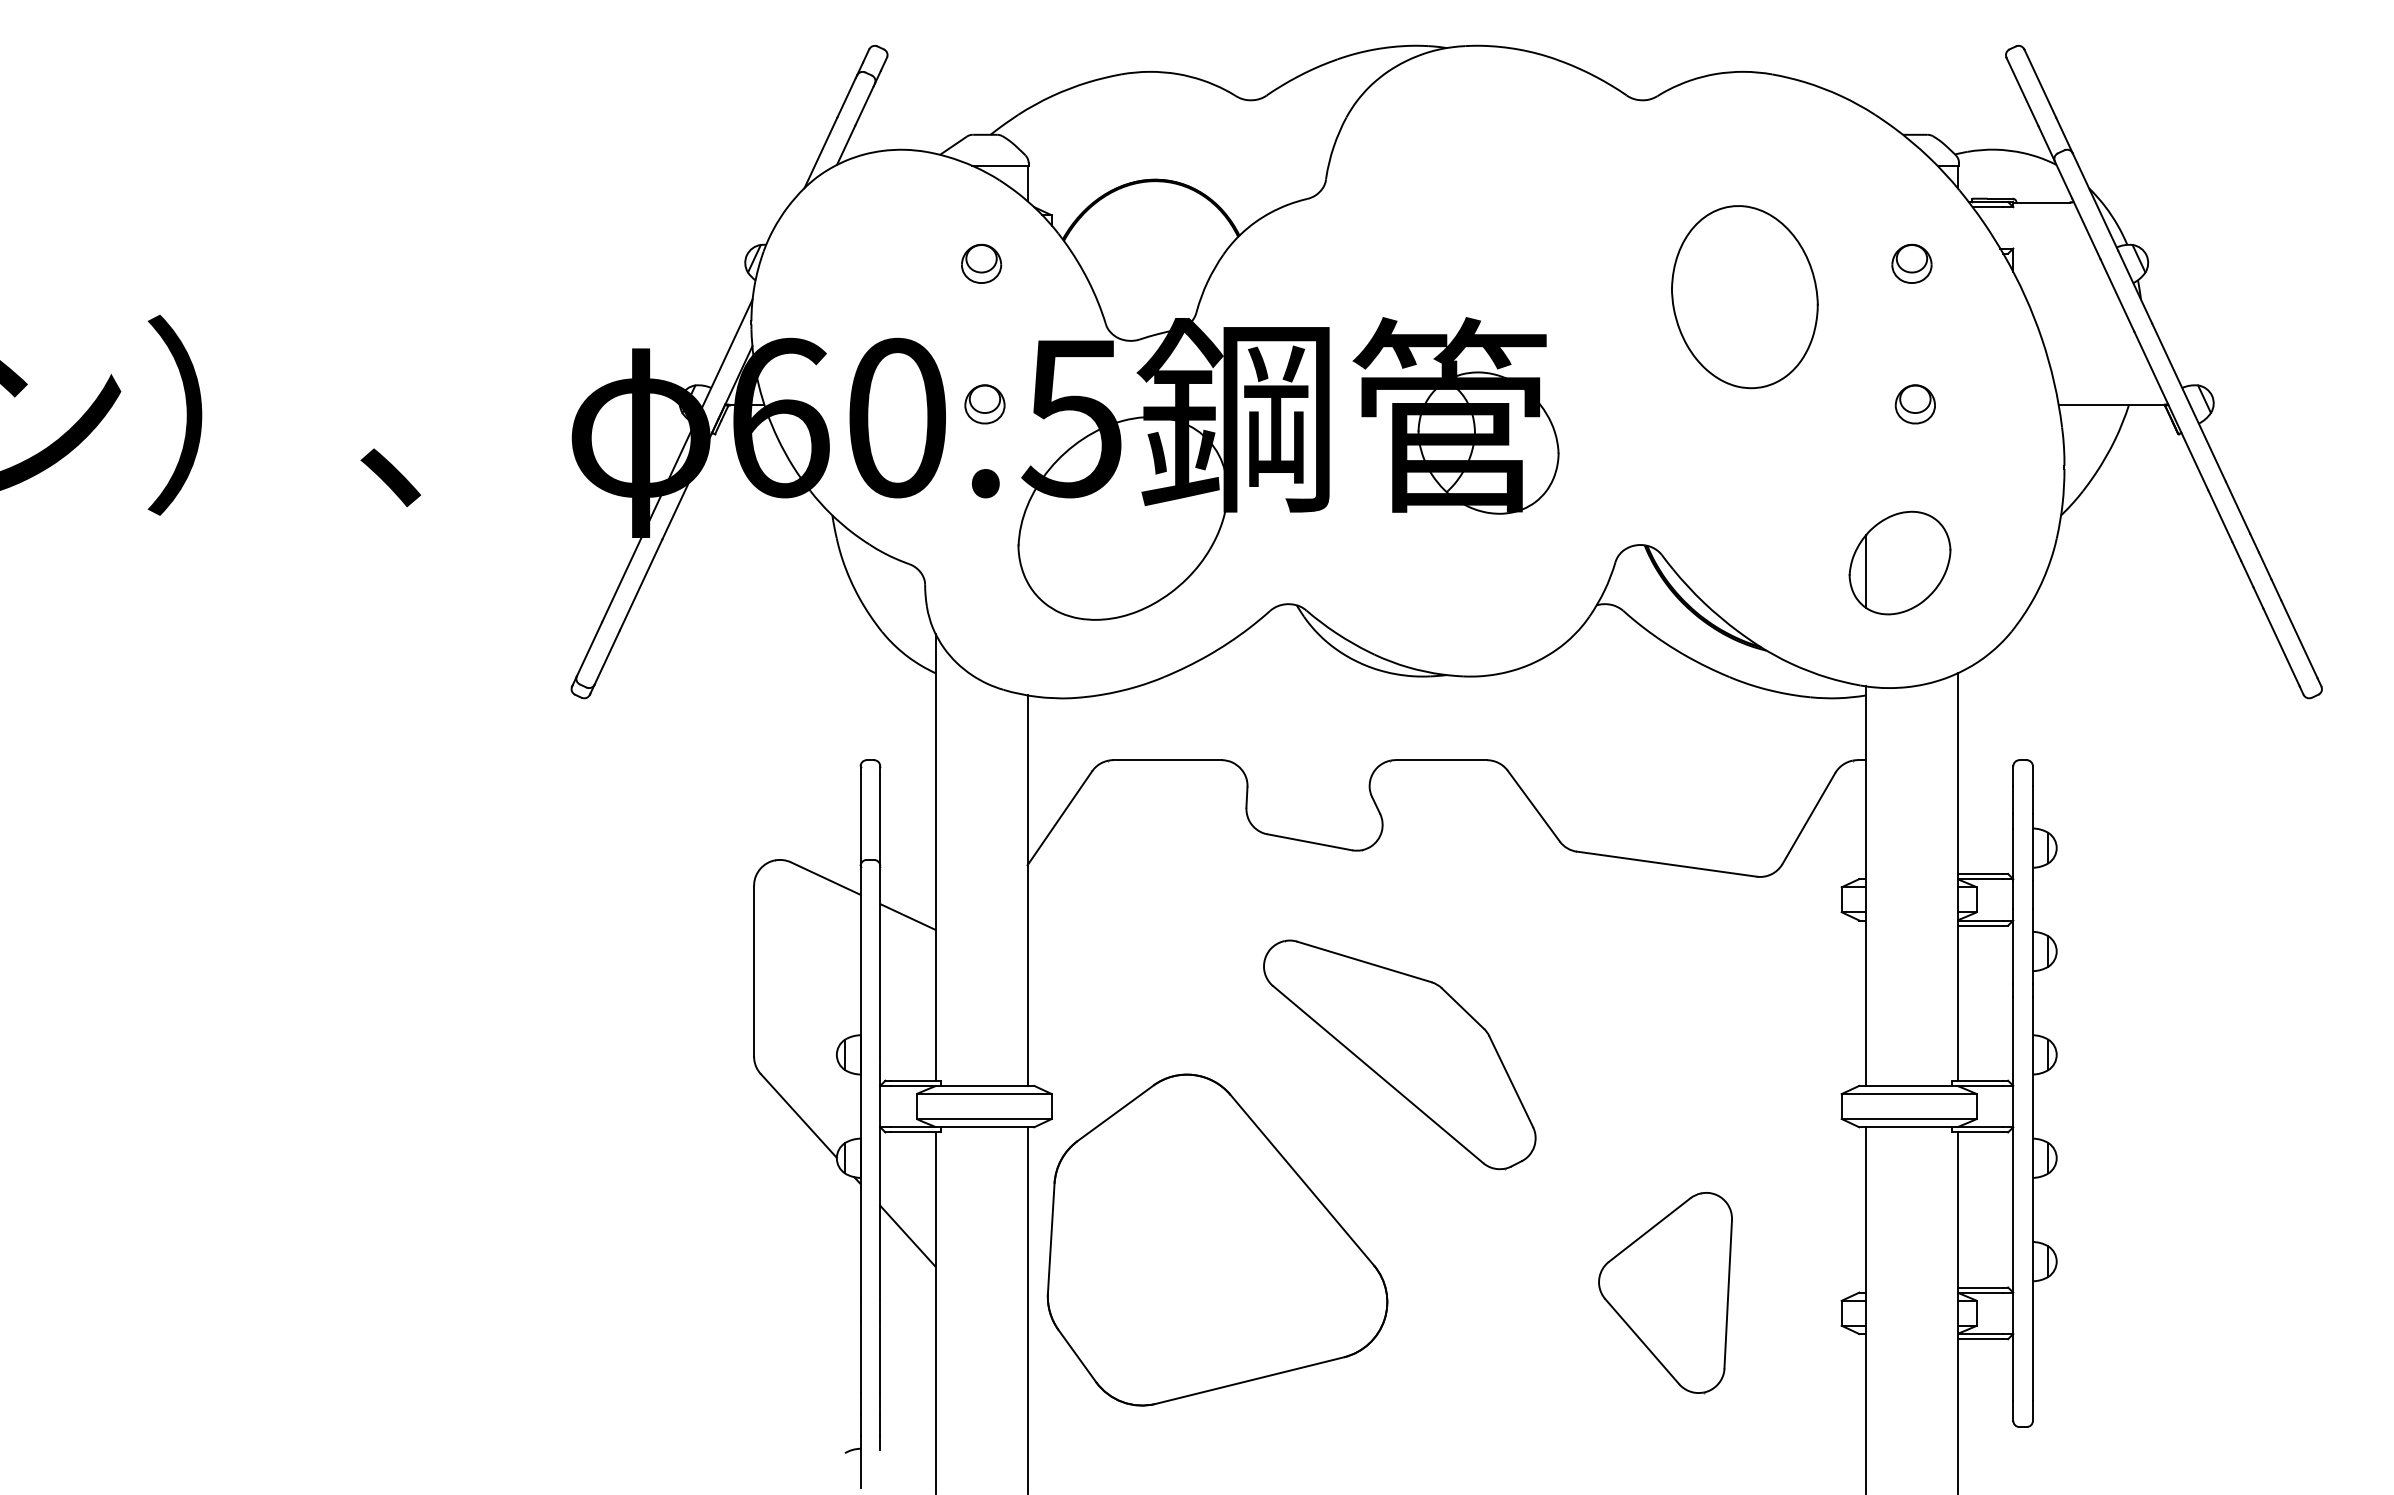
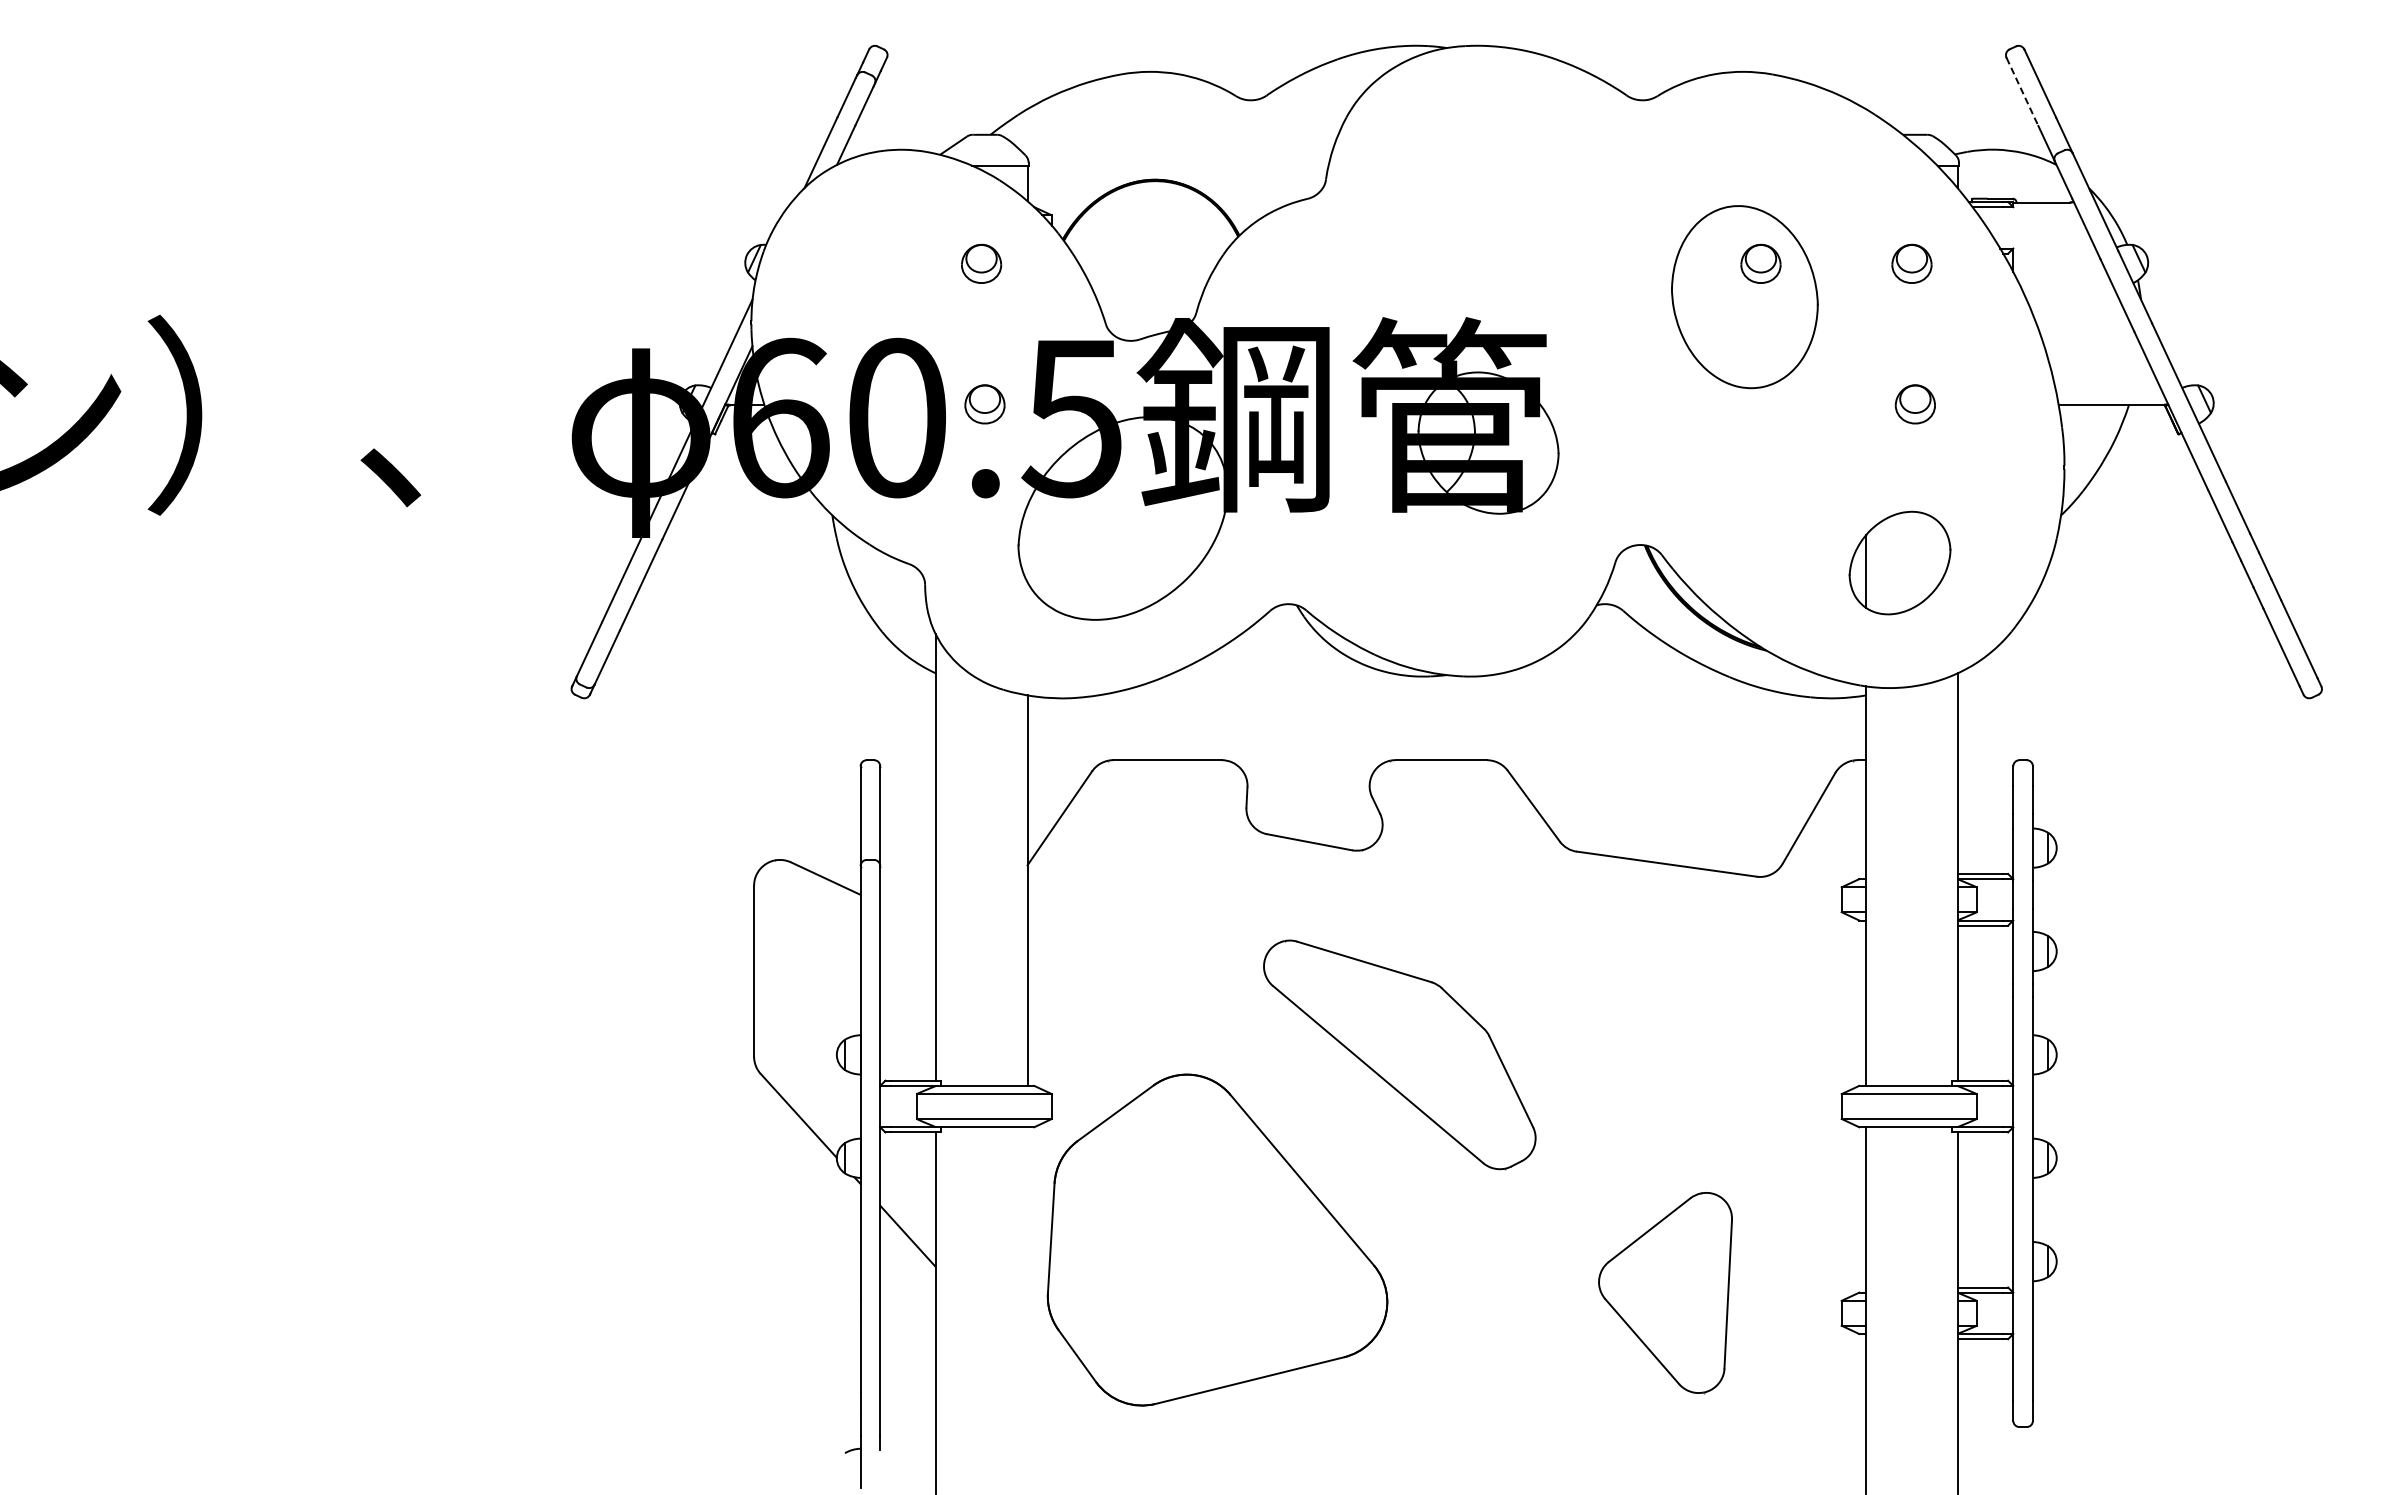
line at (2022, 91): solid -> dashed
part at (1760, 263): none -> present
line at (907, 916): present -> none
line at (1027, 1309): present -> none
